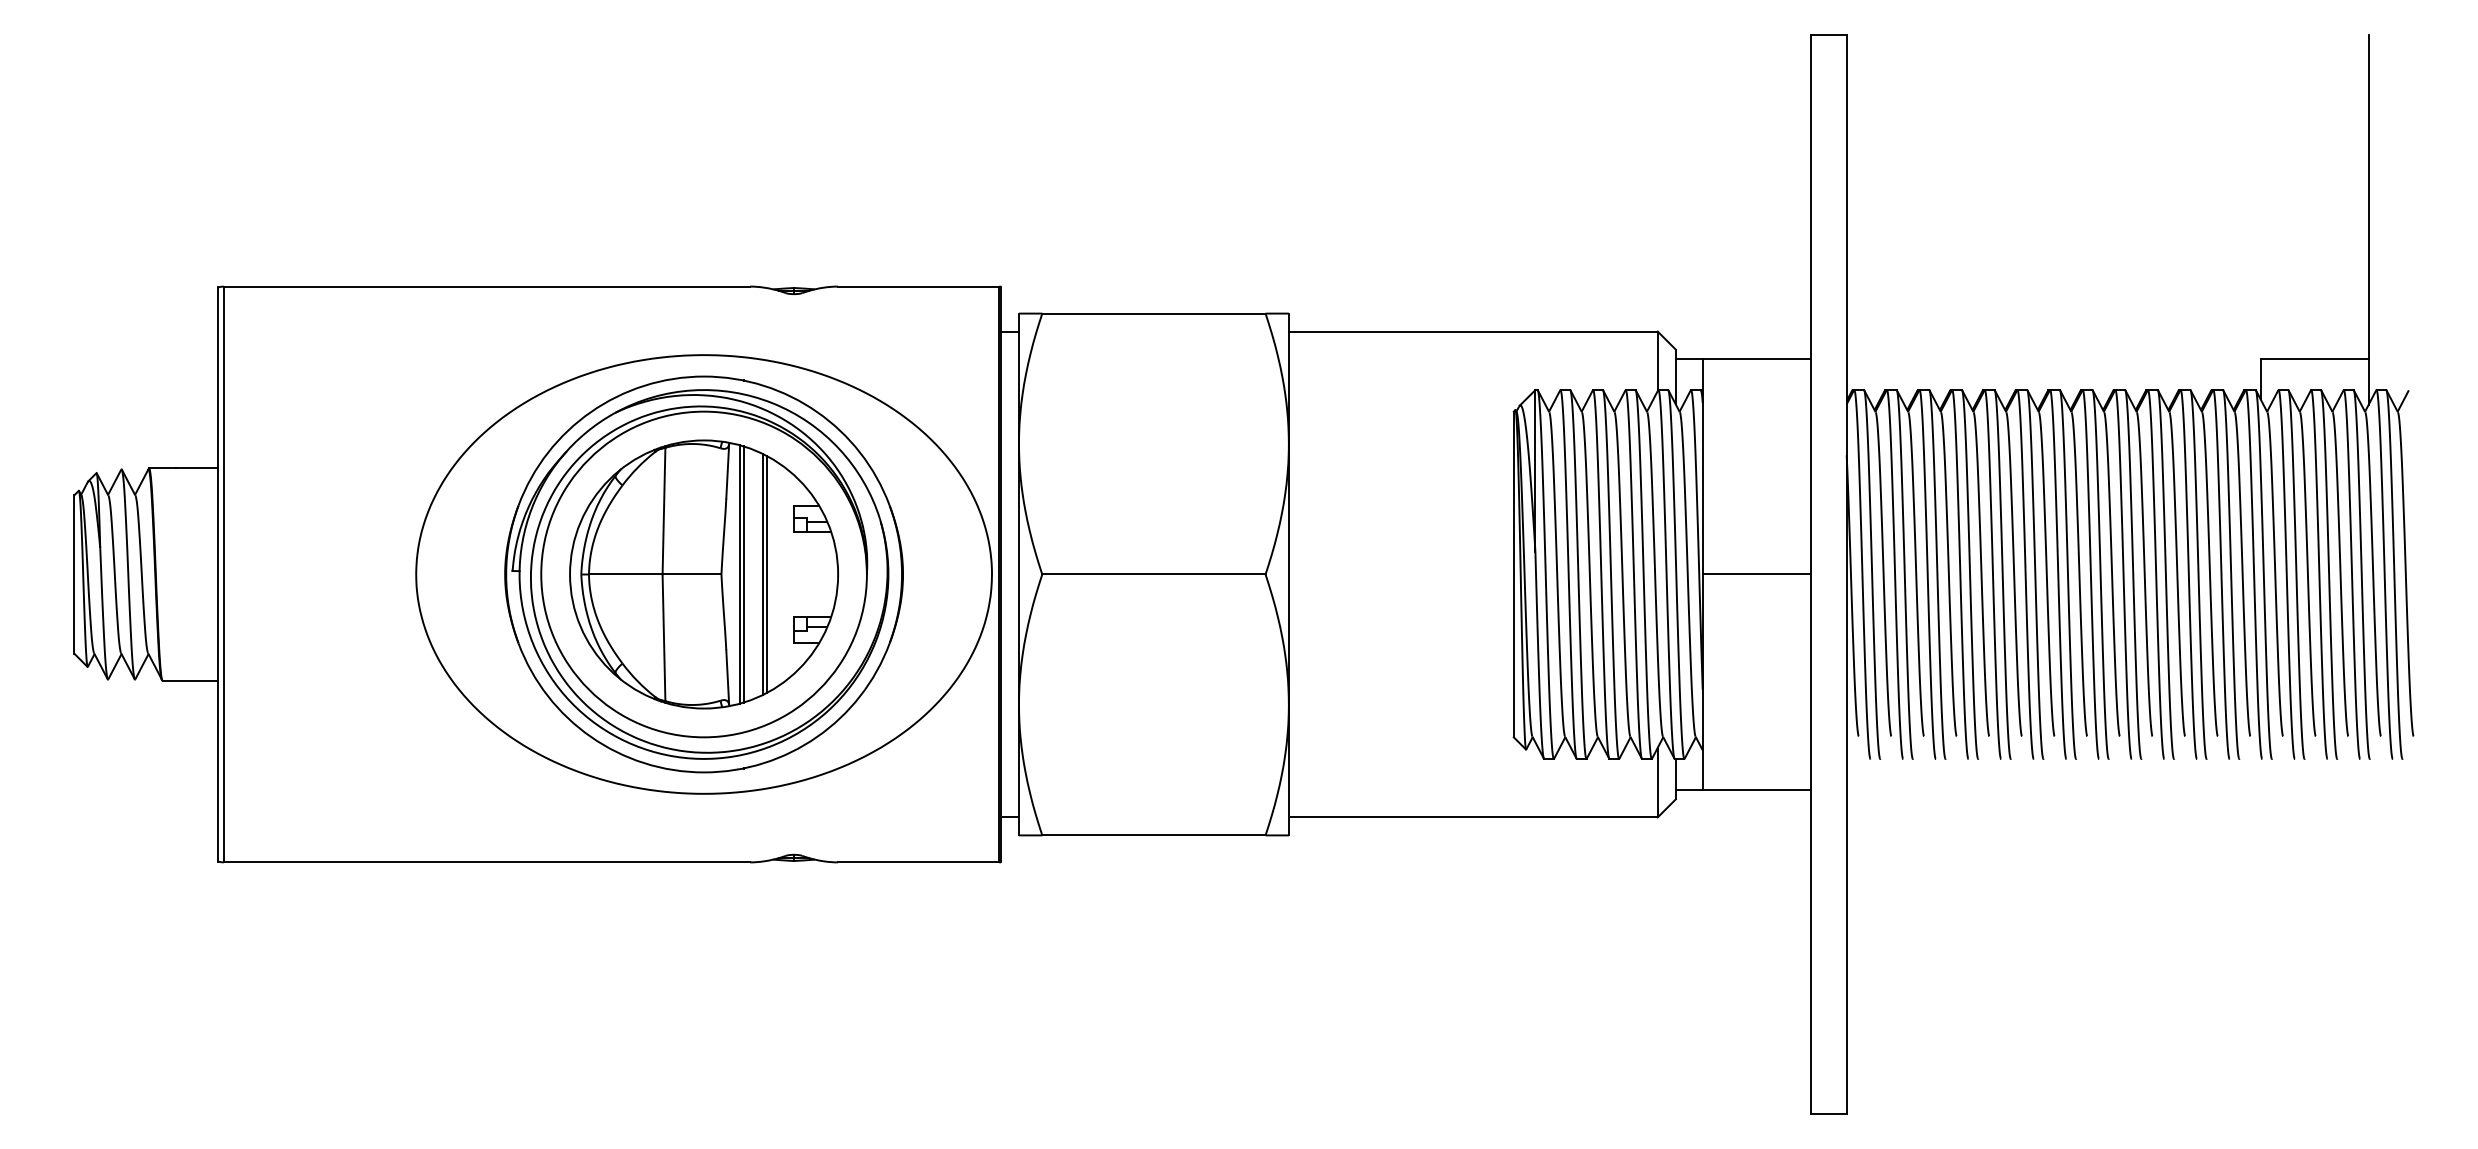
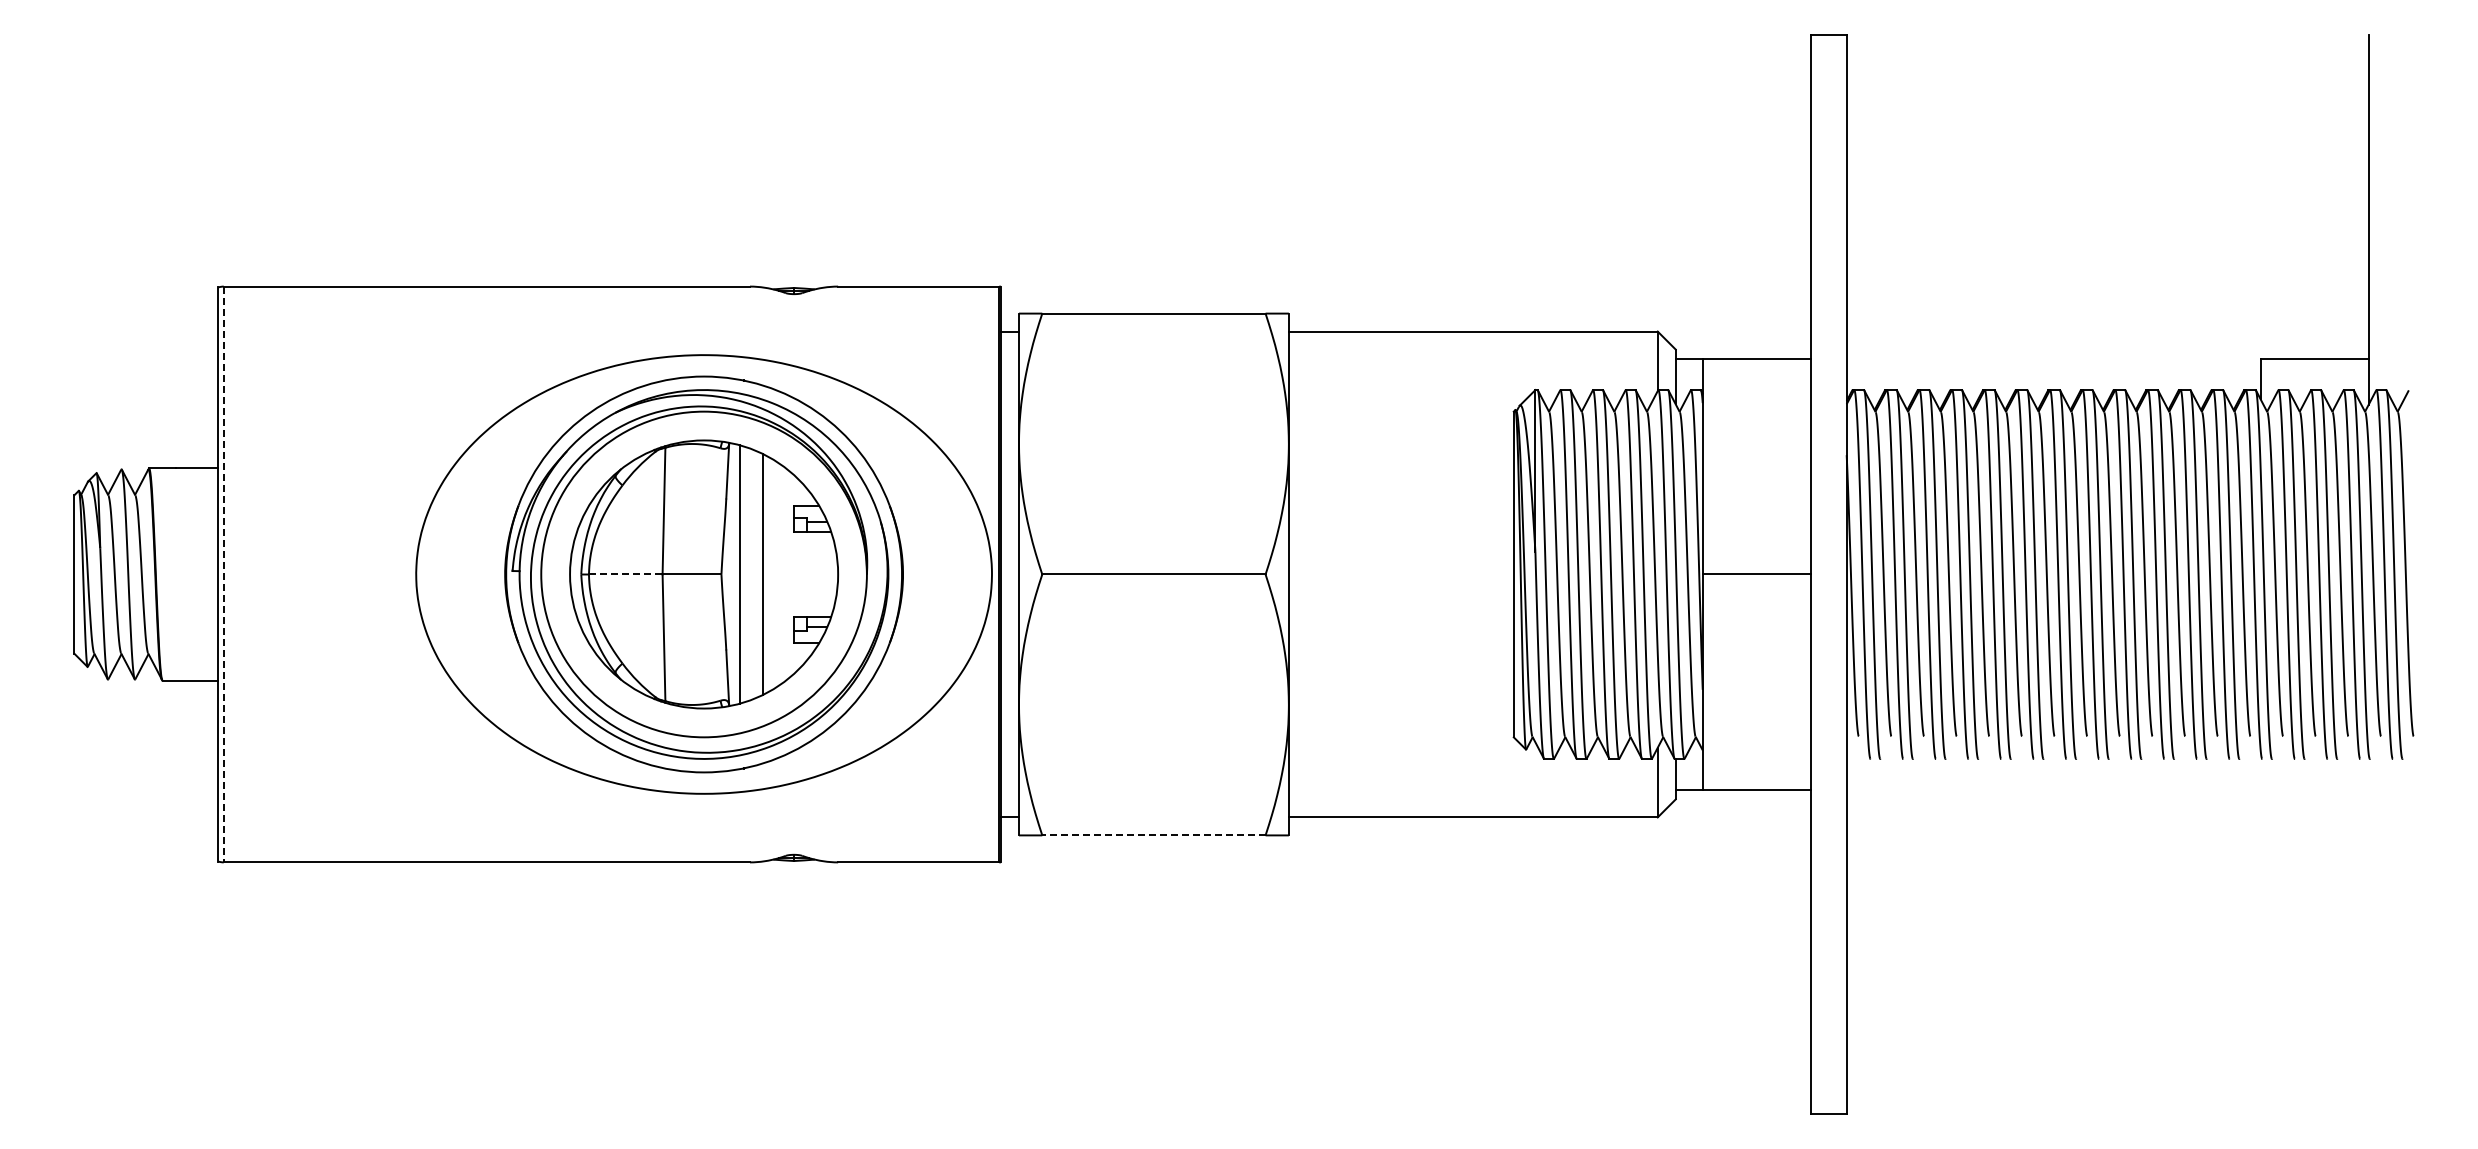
line at (223, 574): solid -> dashed
line at (625, 574): solid -> dashed
line at (743, 574): present -> none
line at (767, 574): present -> none
line at (1153, 835): solid -> dashed
